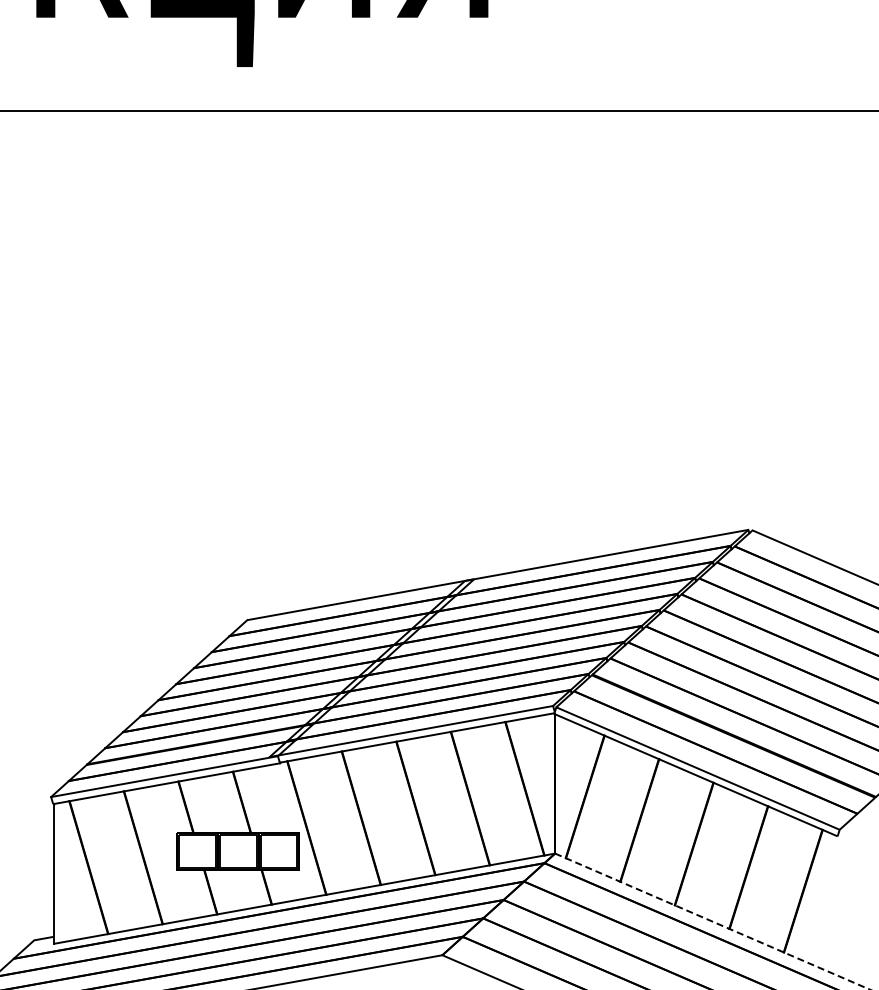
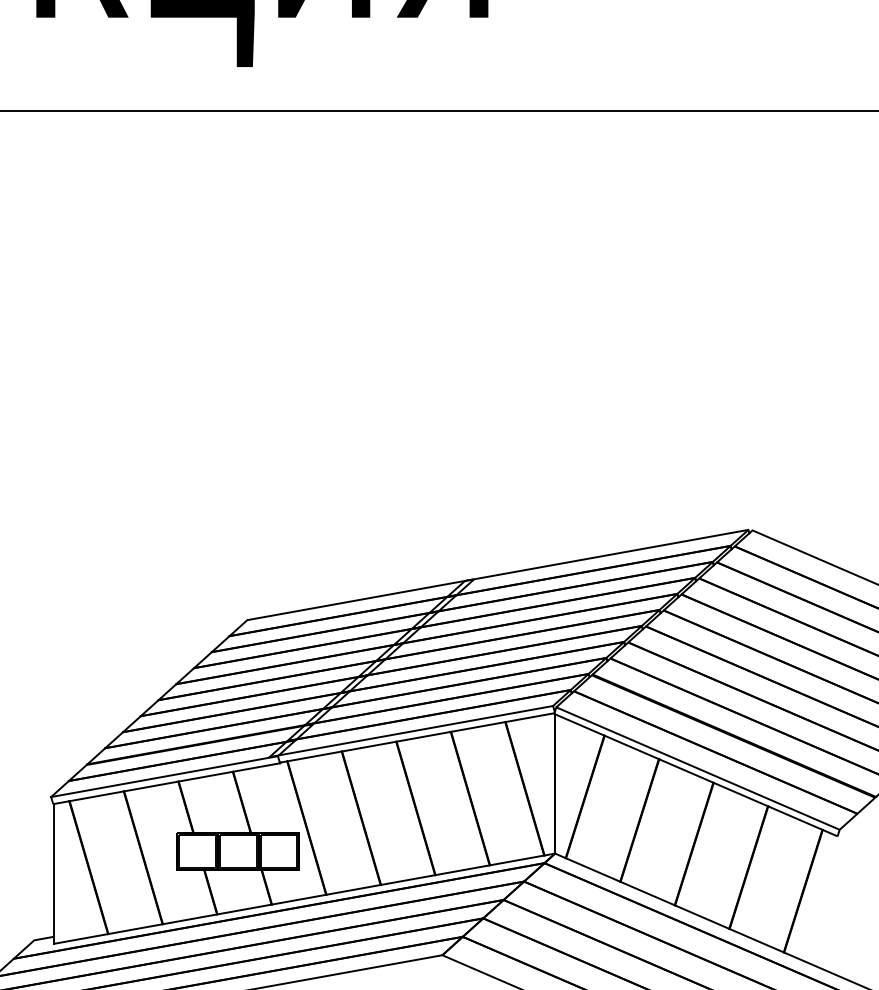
line at (713, 921): dashed -> solid
